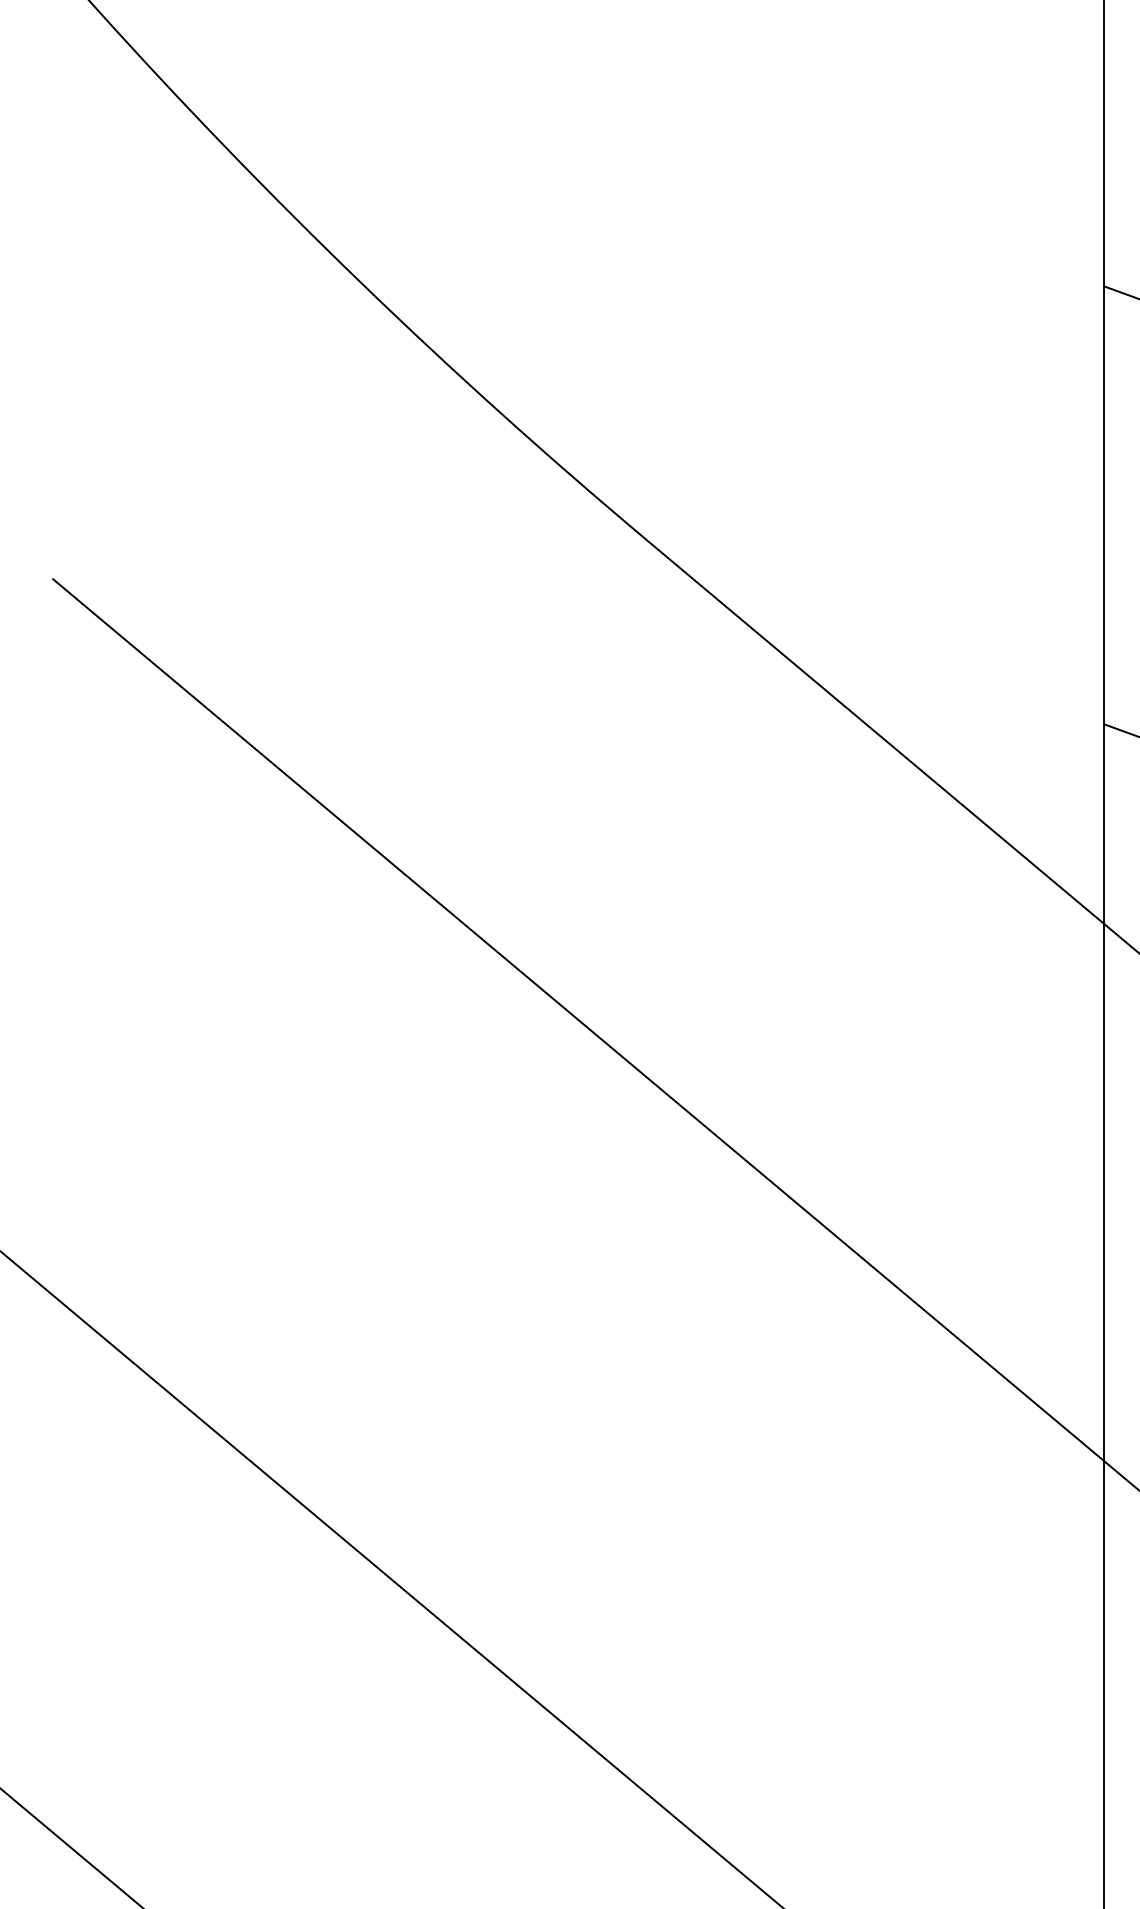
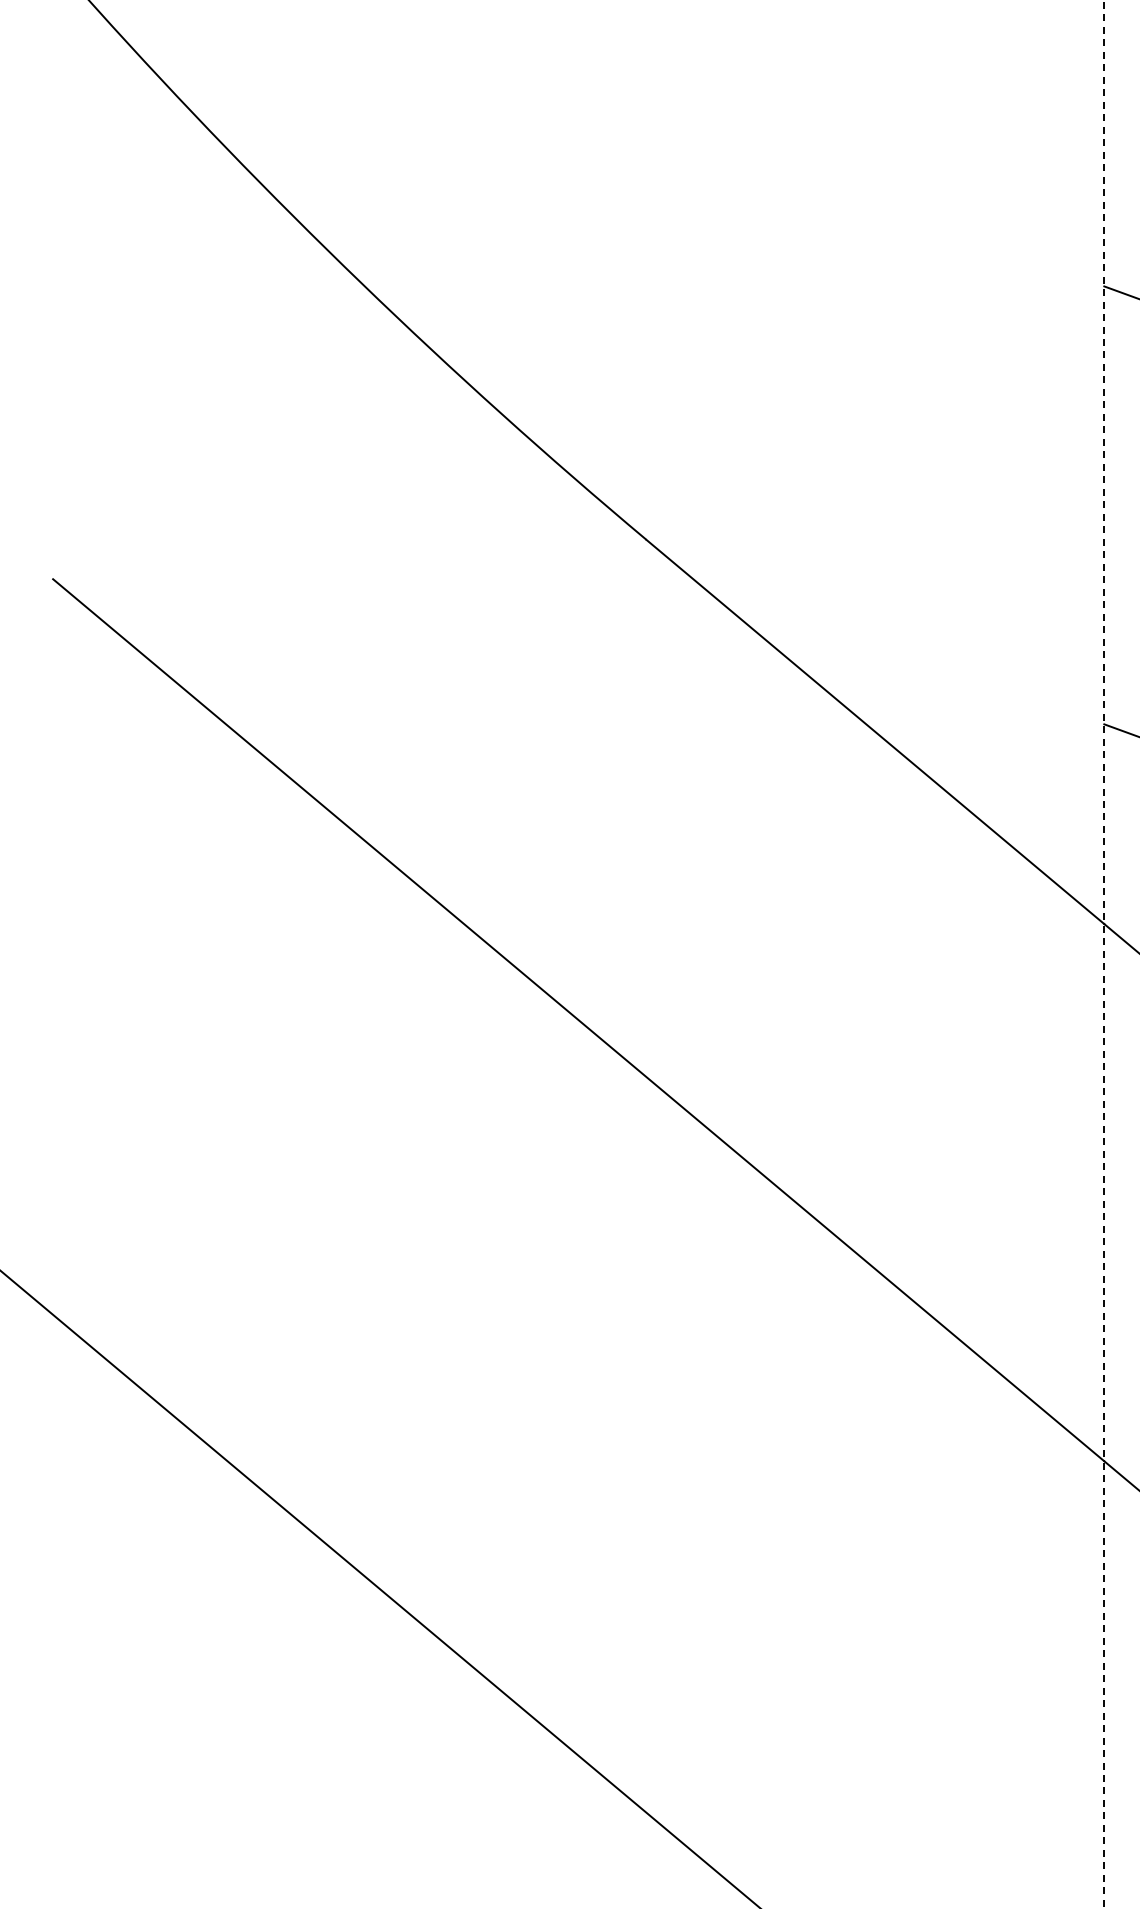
line at (1104, 954): solid -> dashed
line at (391, 1578) position: (391, 1578) -> (379, 1588)
line at (71, 1847): present -> none
